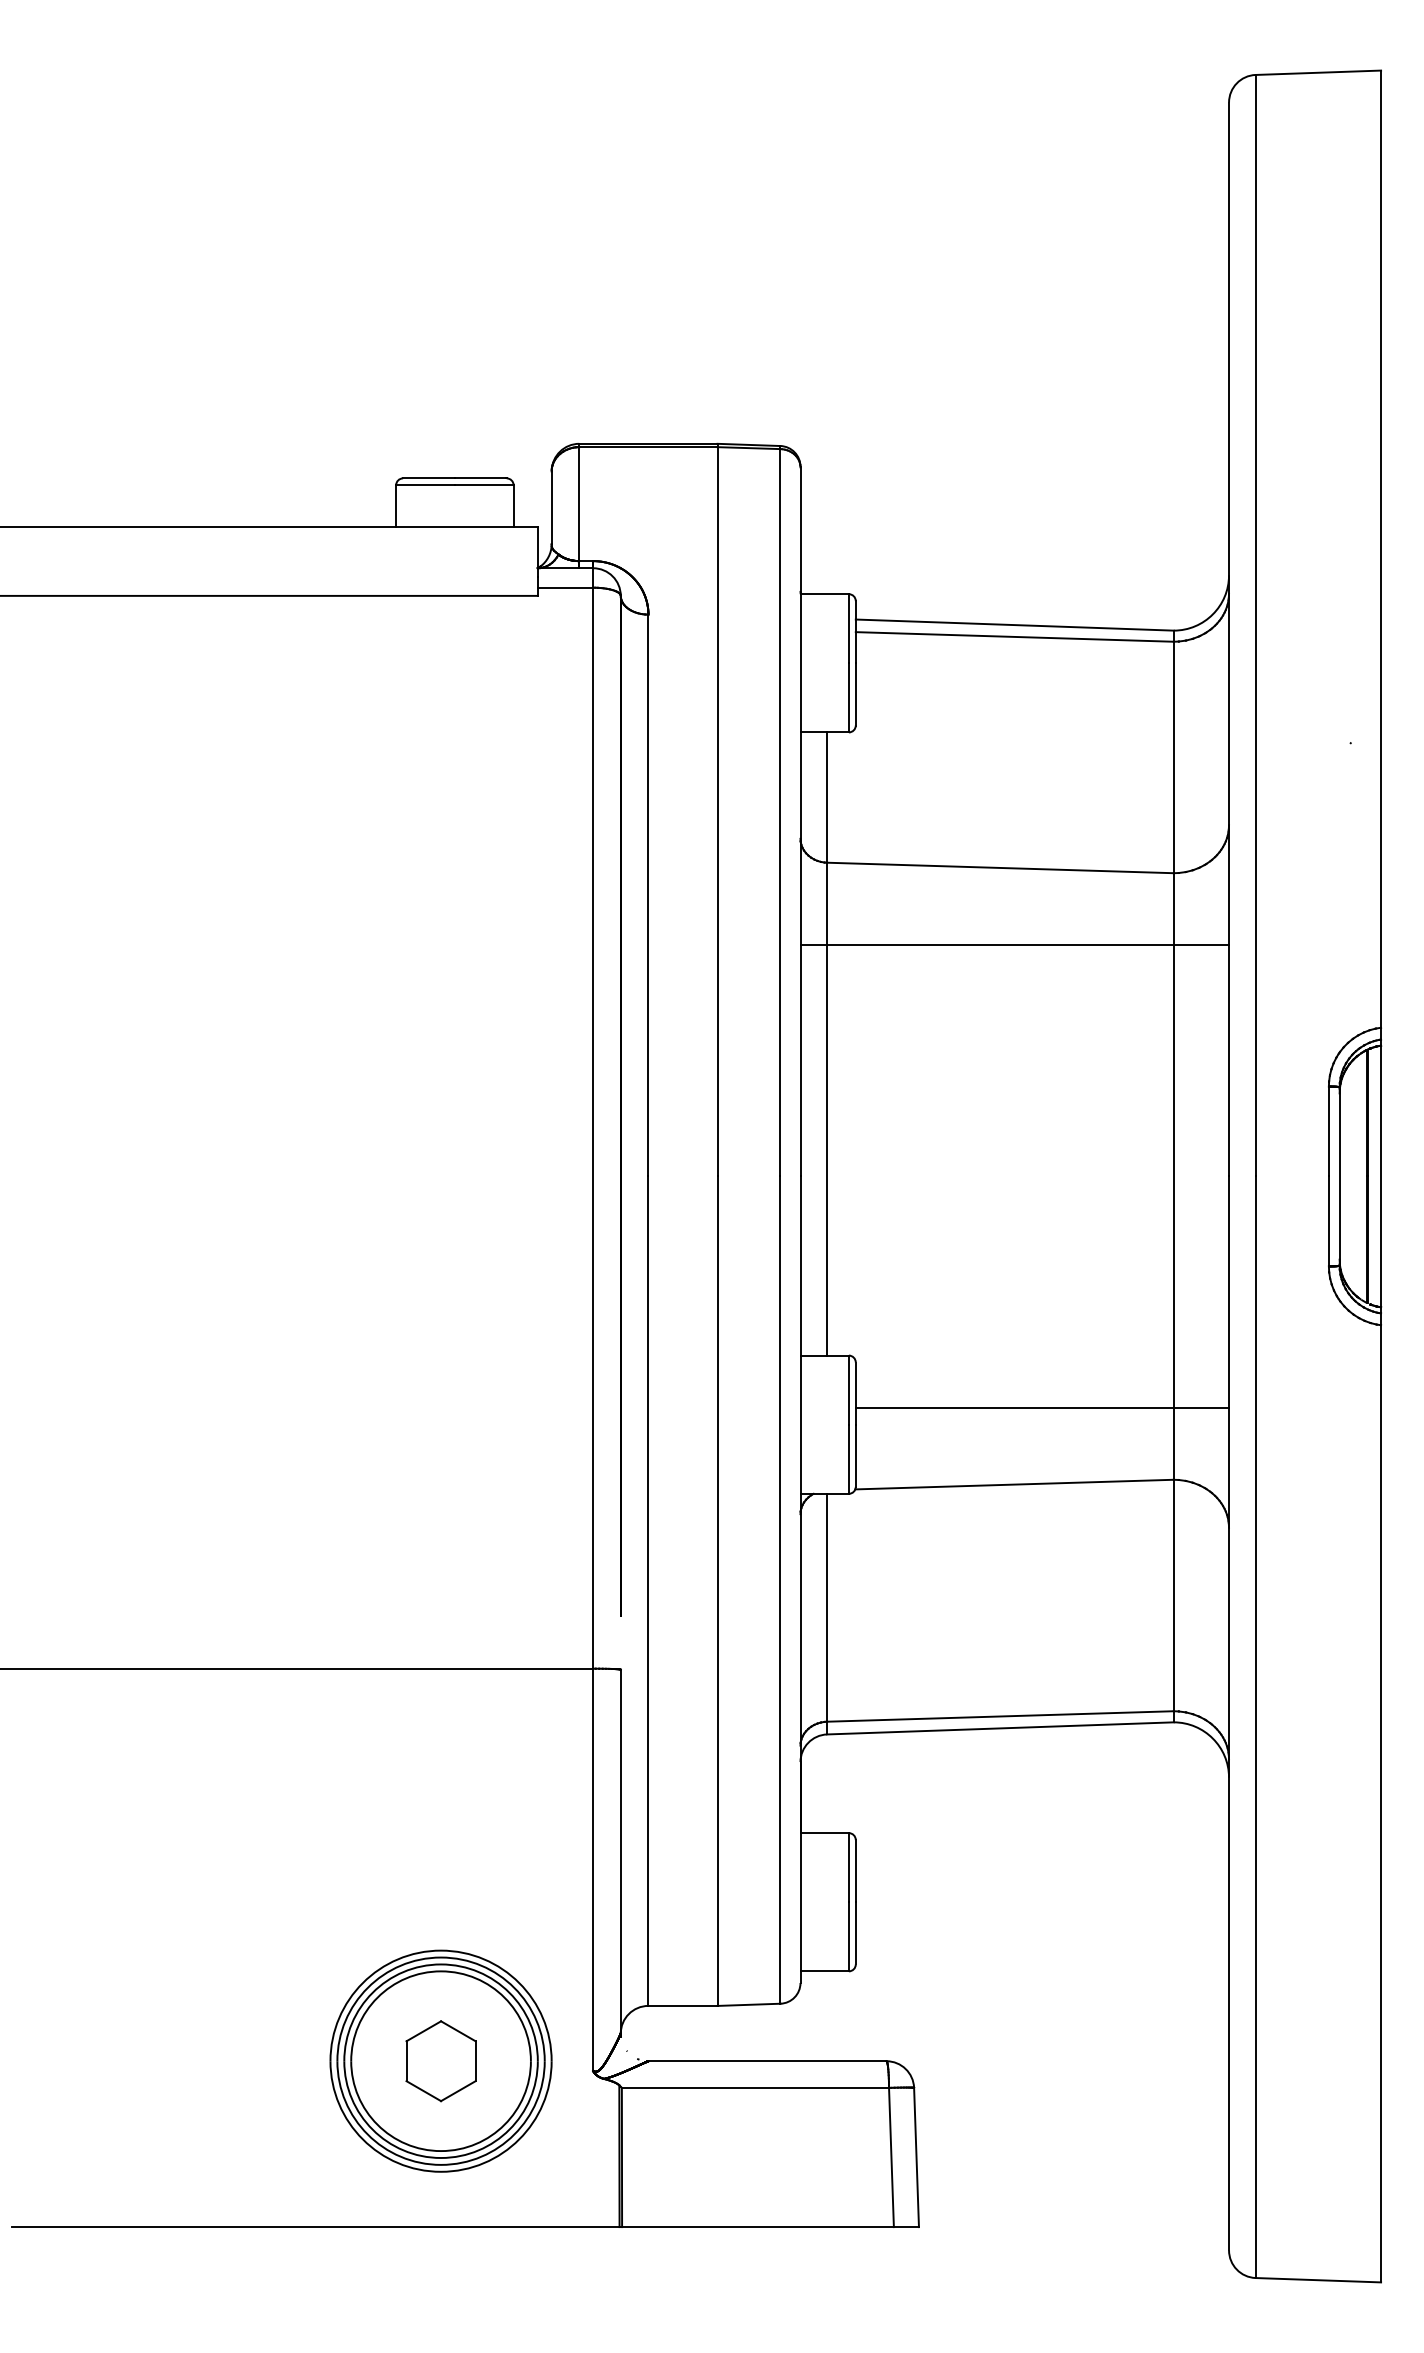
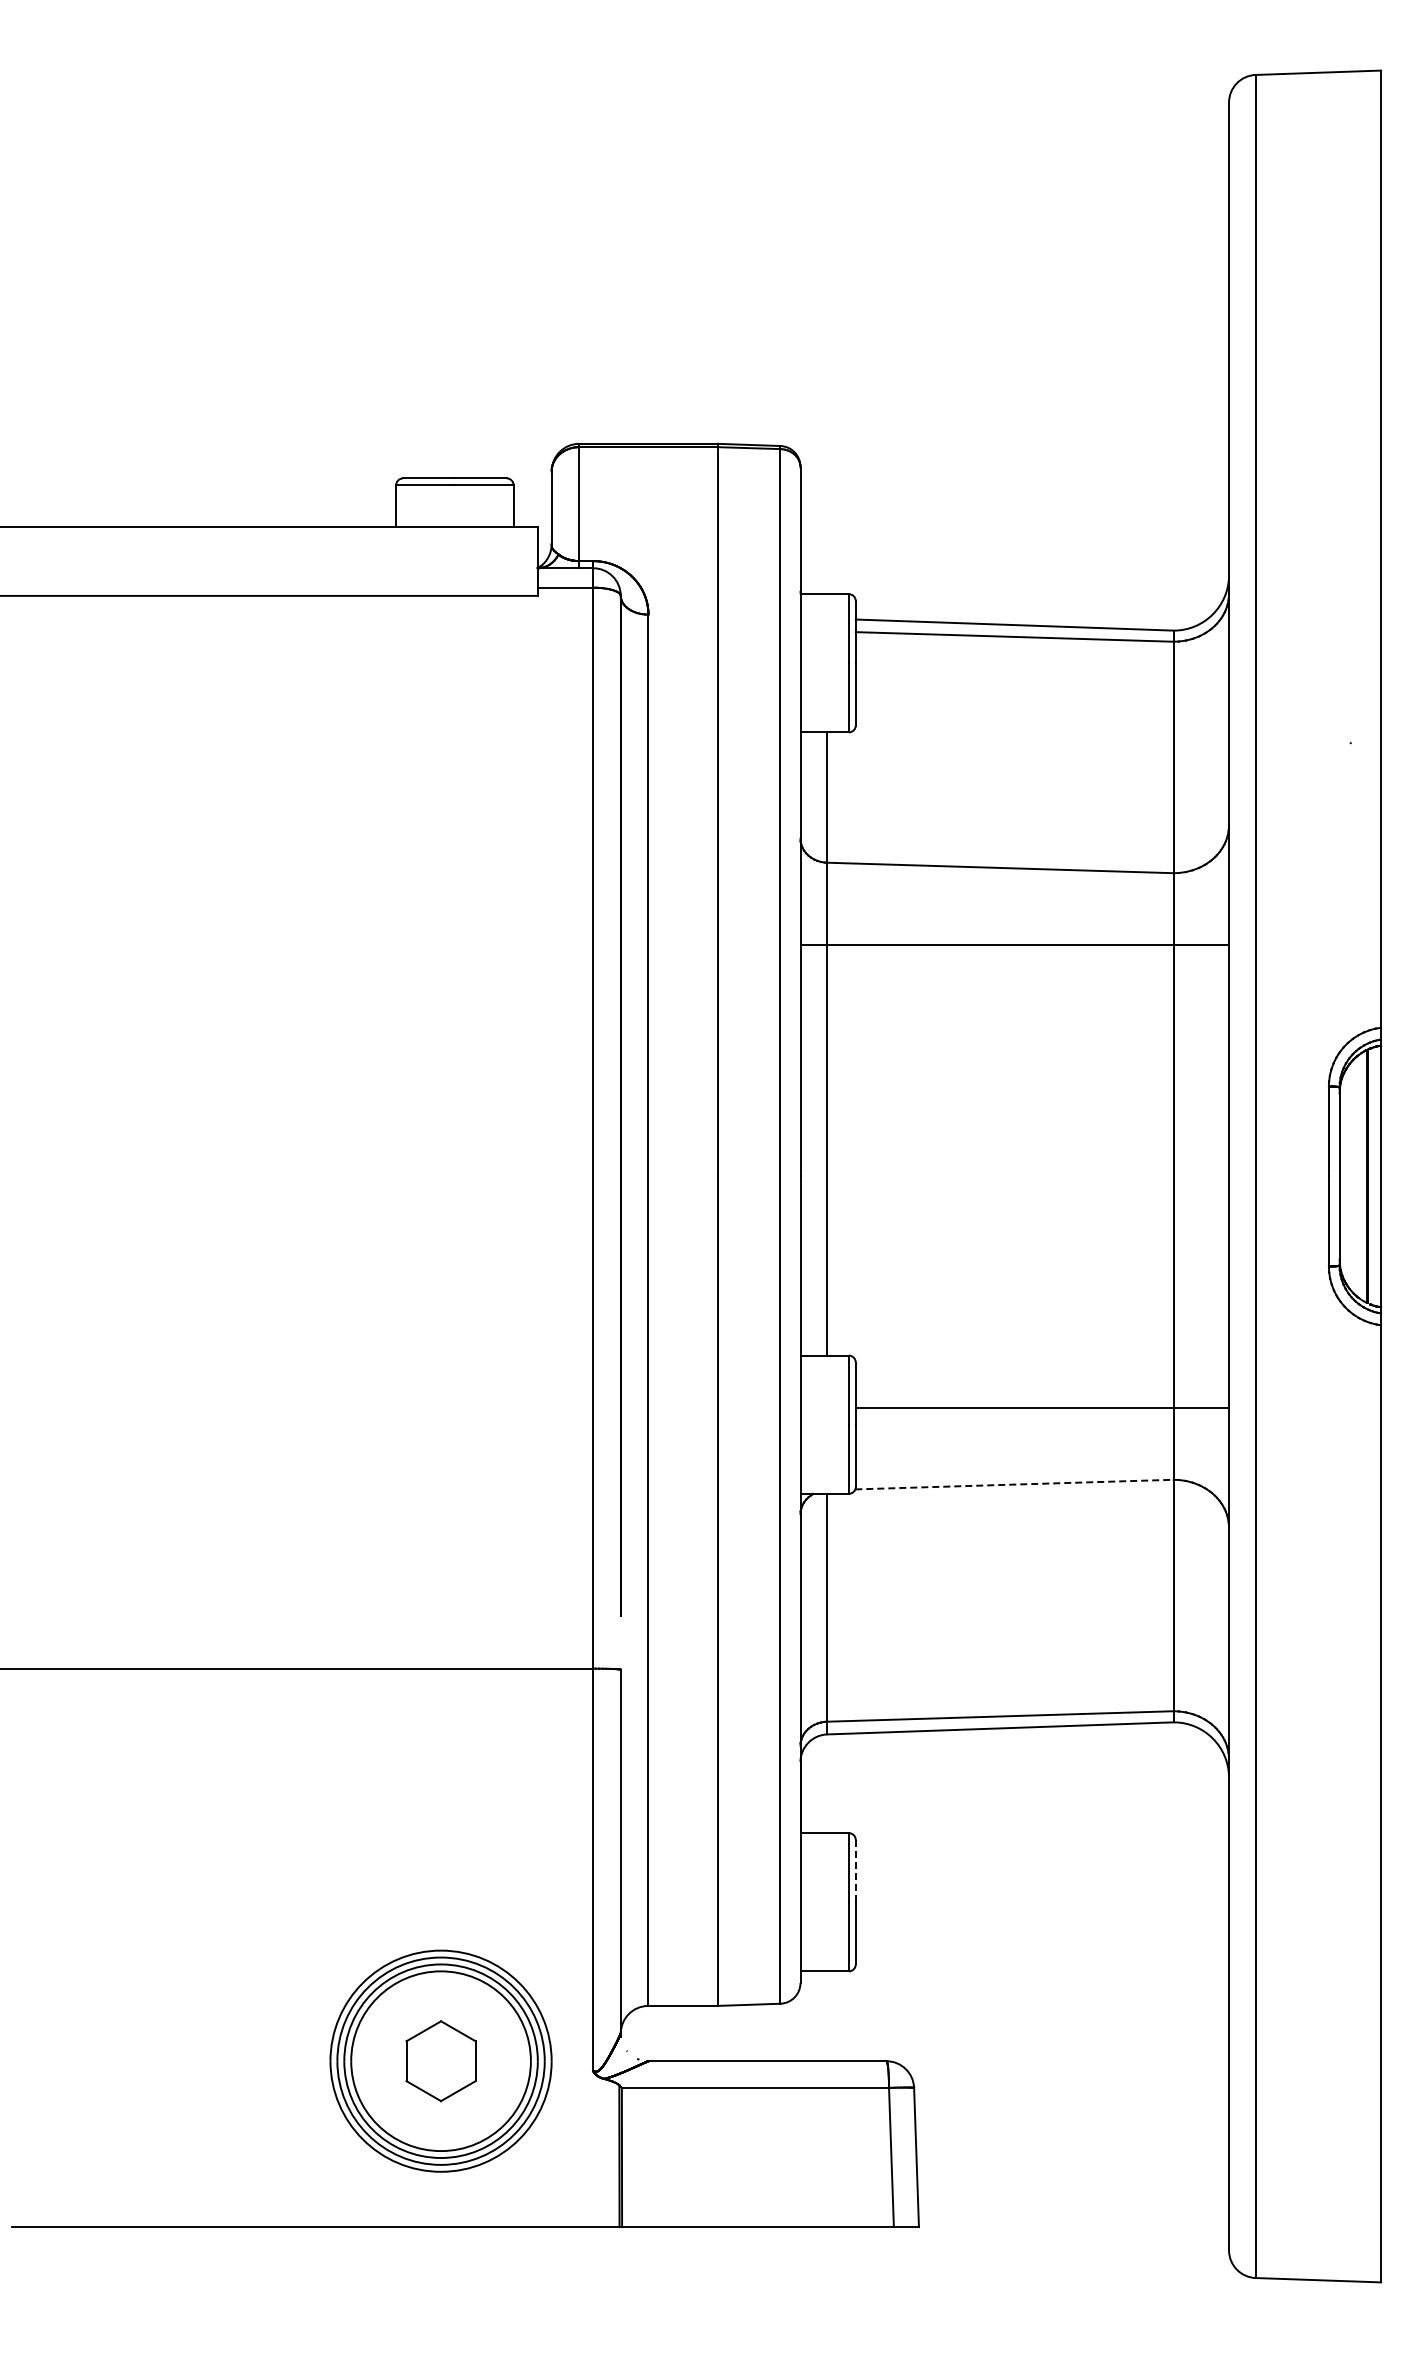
line at (1015, 1484): solid -> dashed
line at (855, 1870): solid -> dashed
